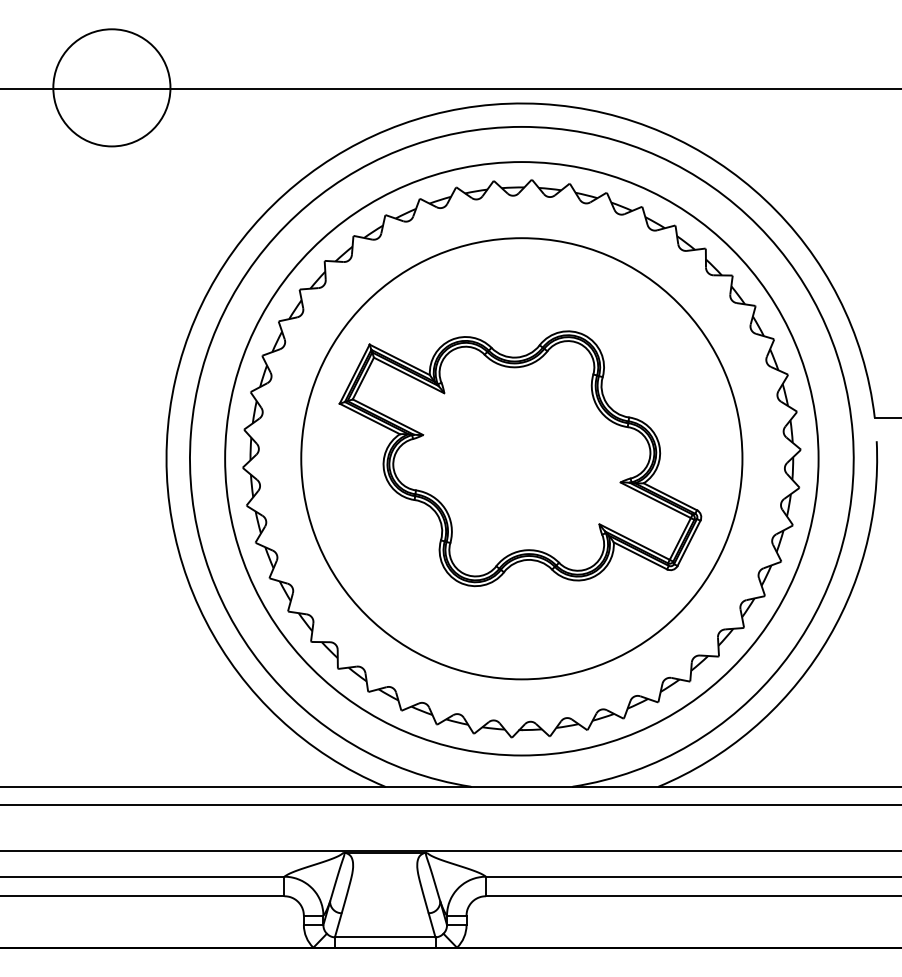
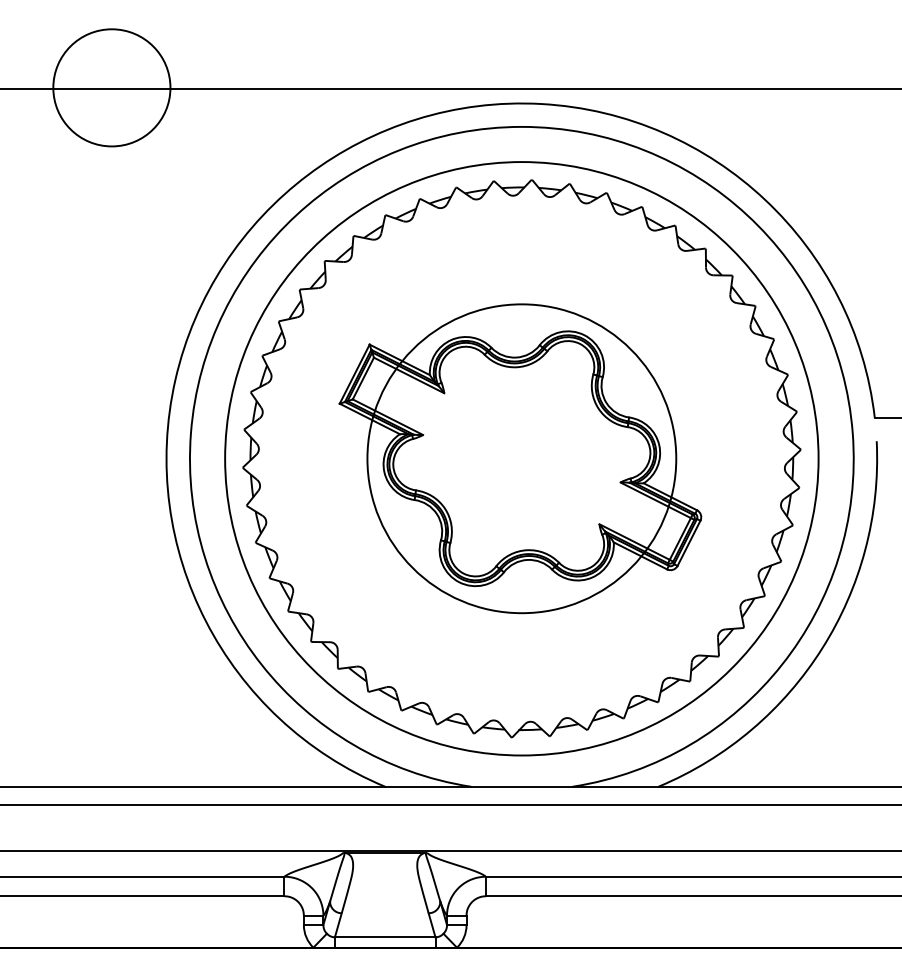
circle at (521, 458) diameter: 441 px -> 309 px
